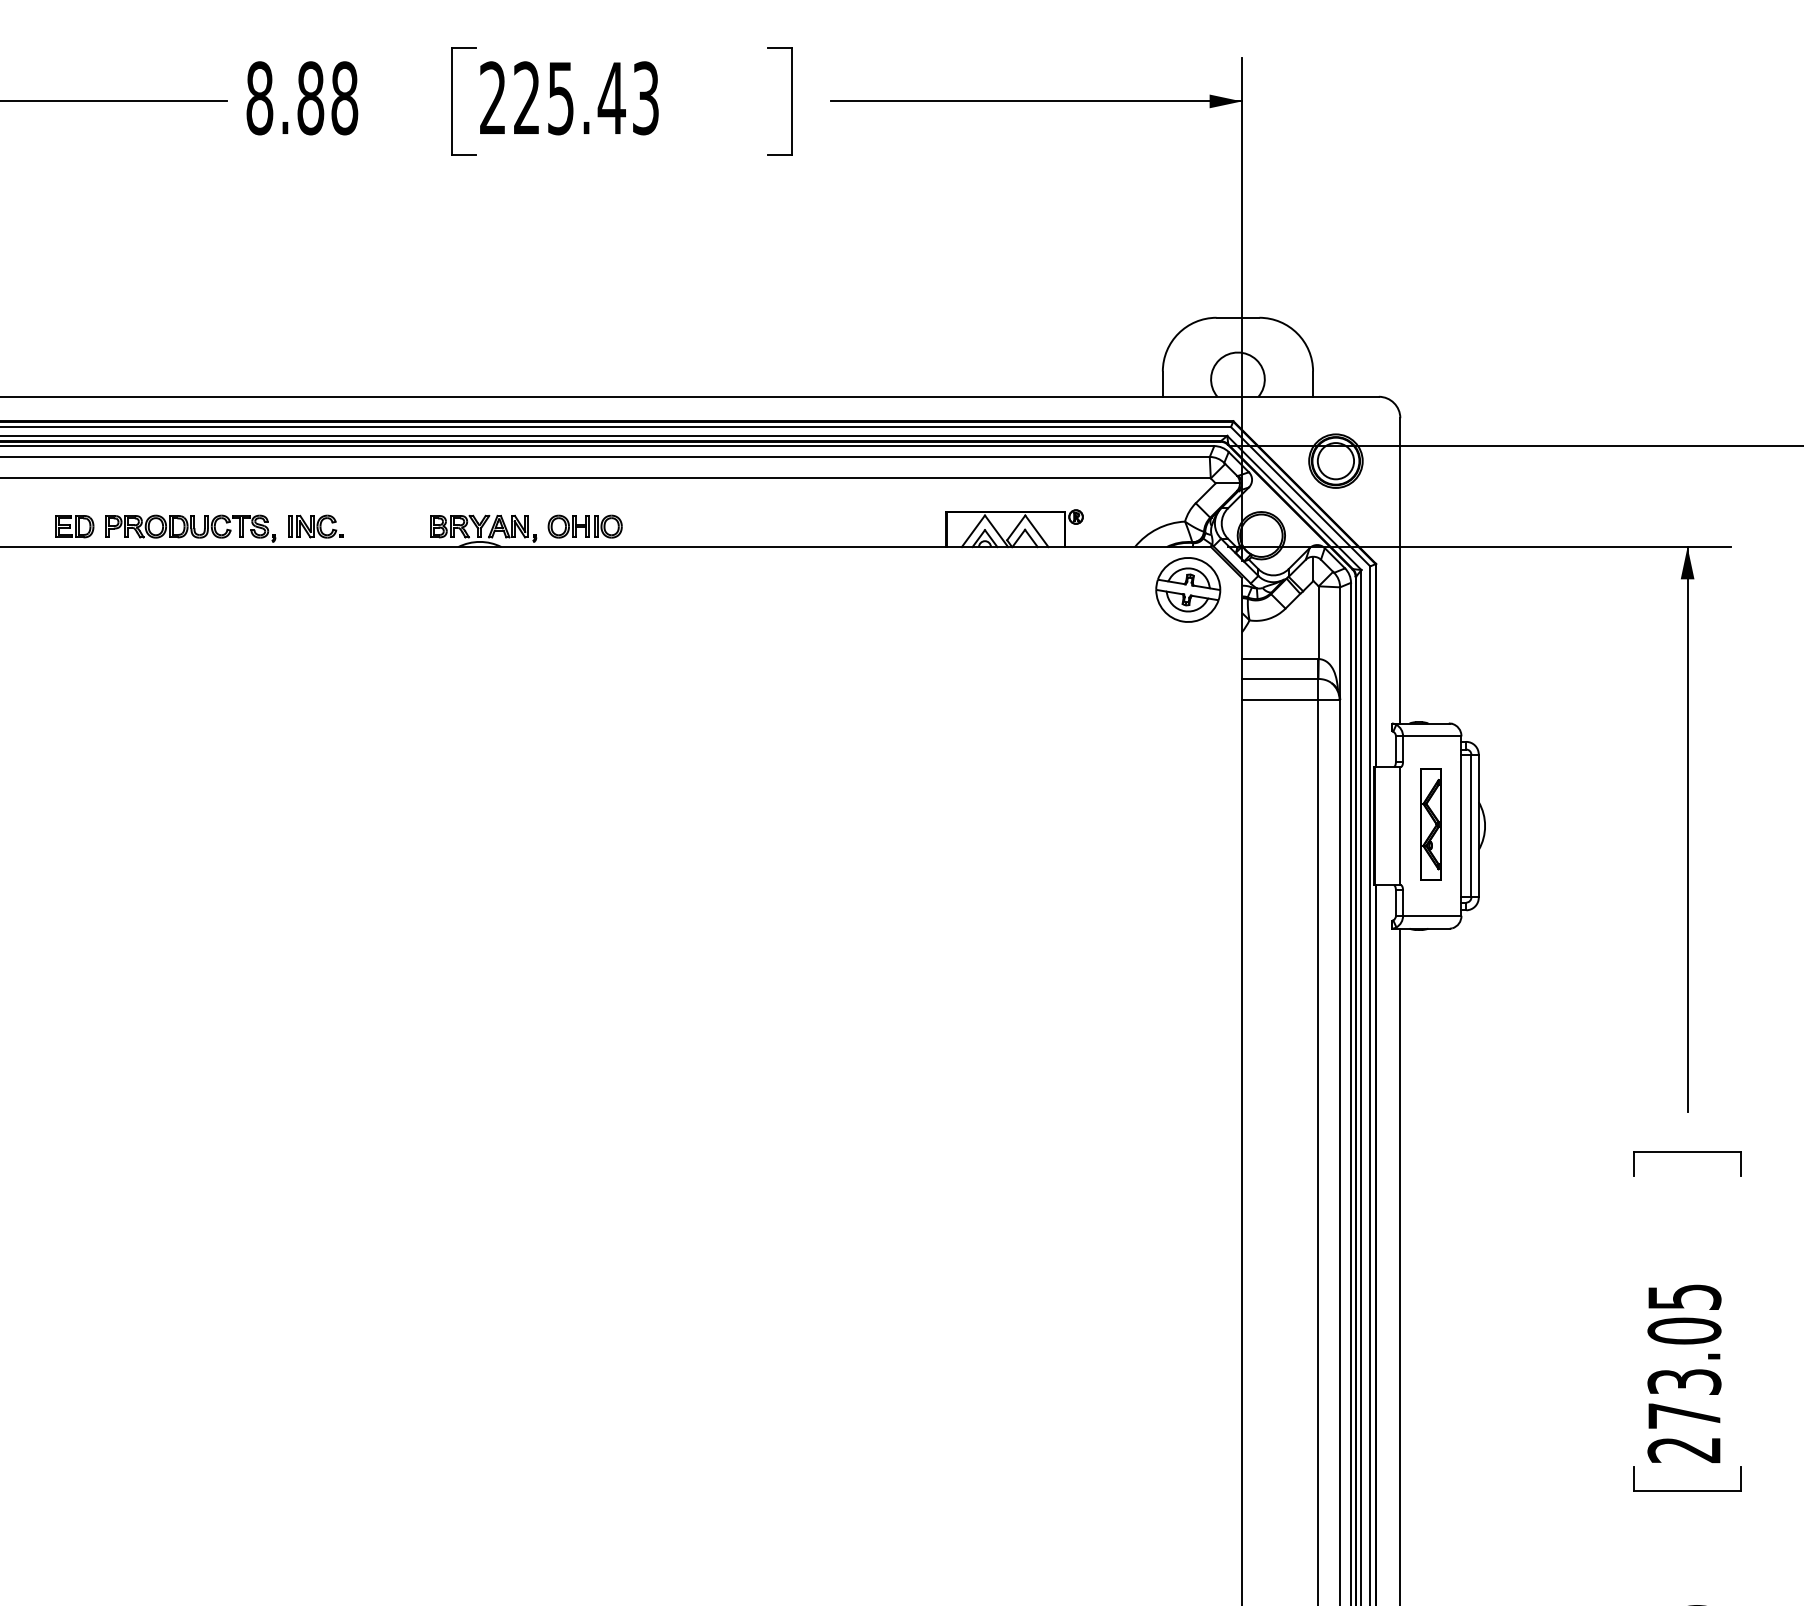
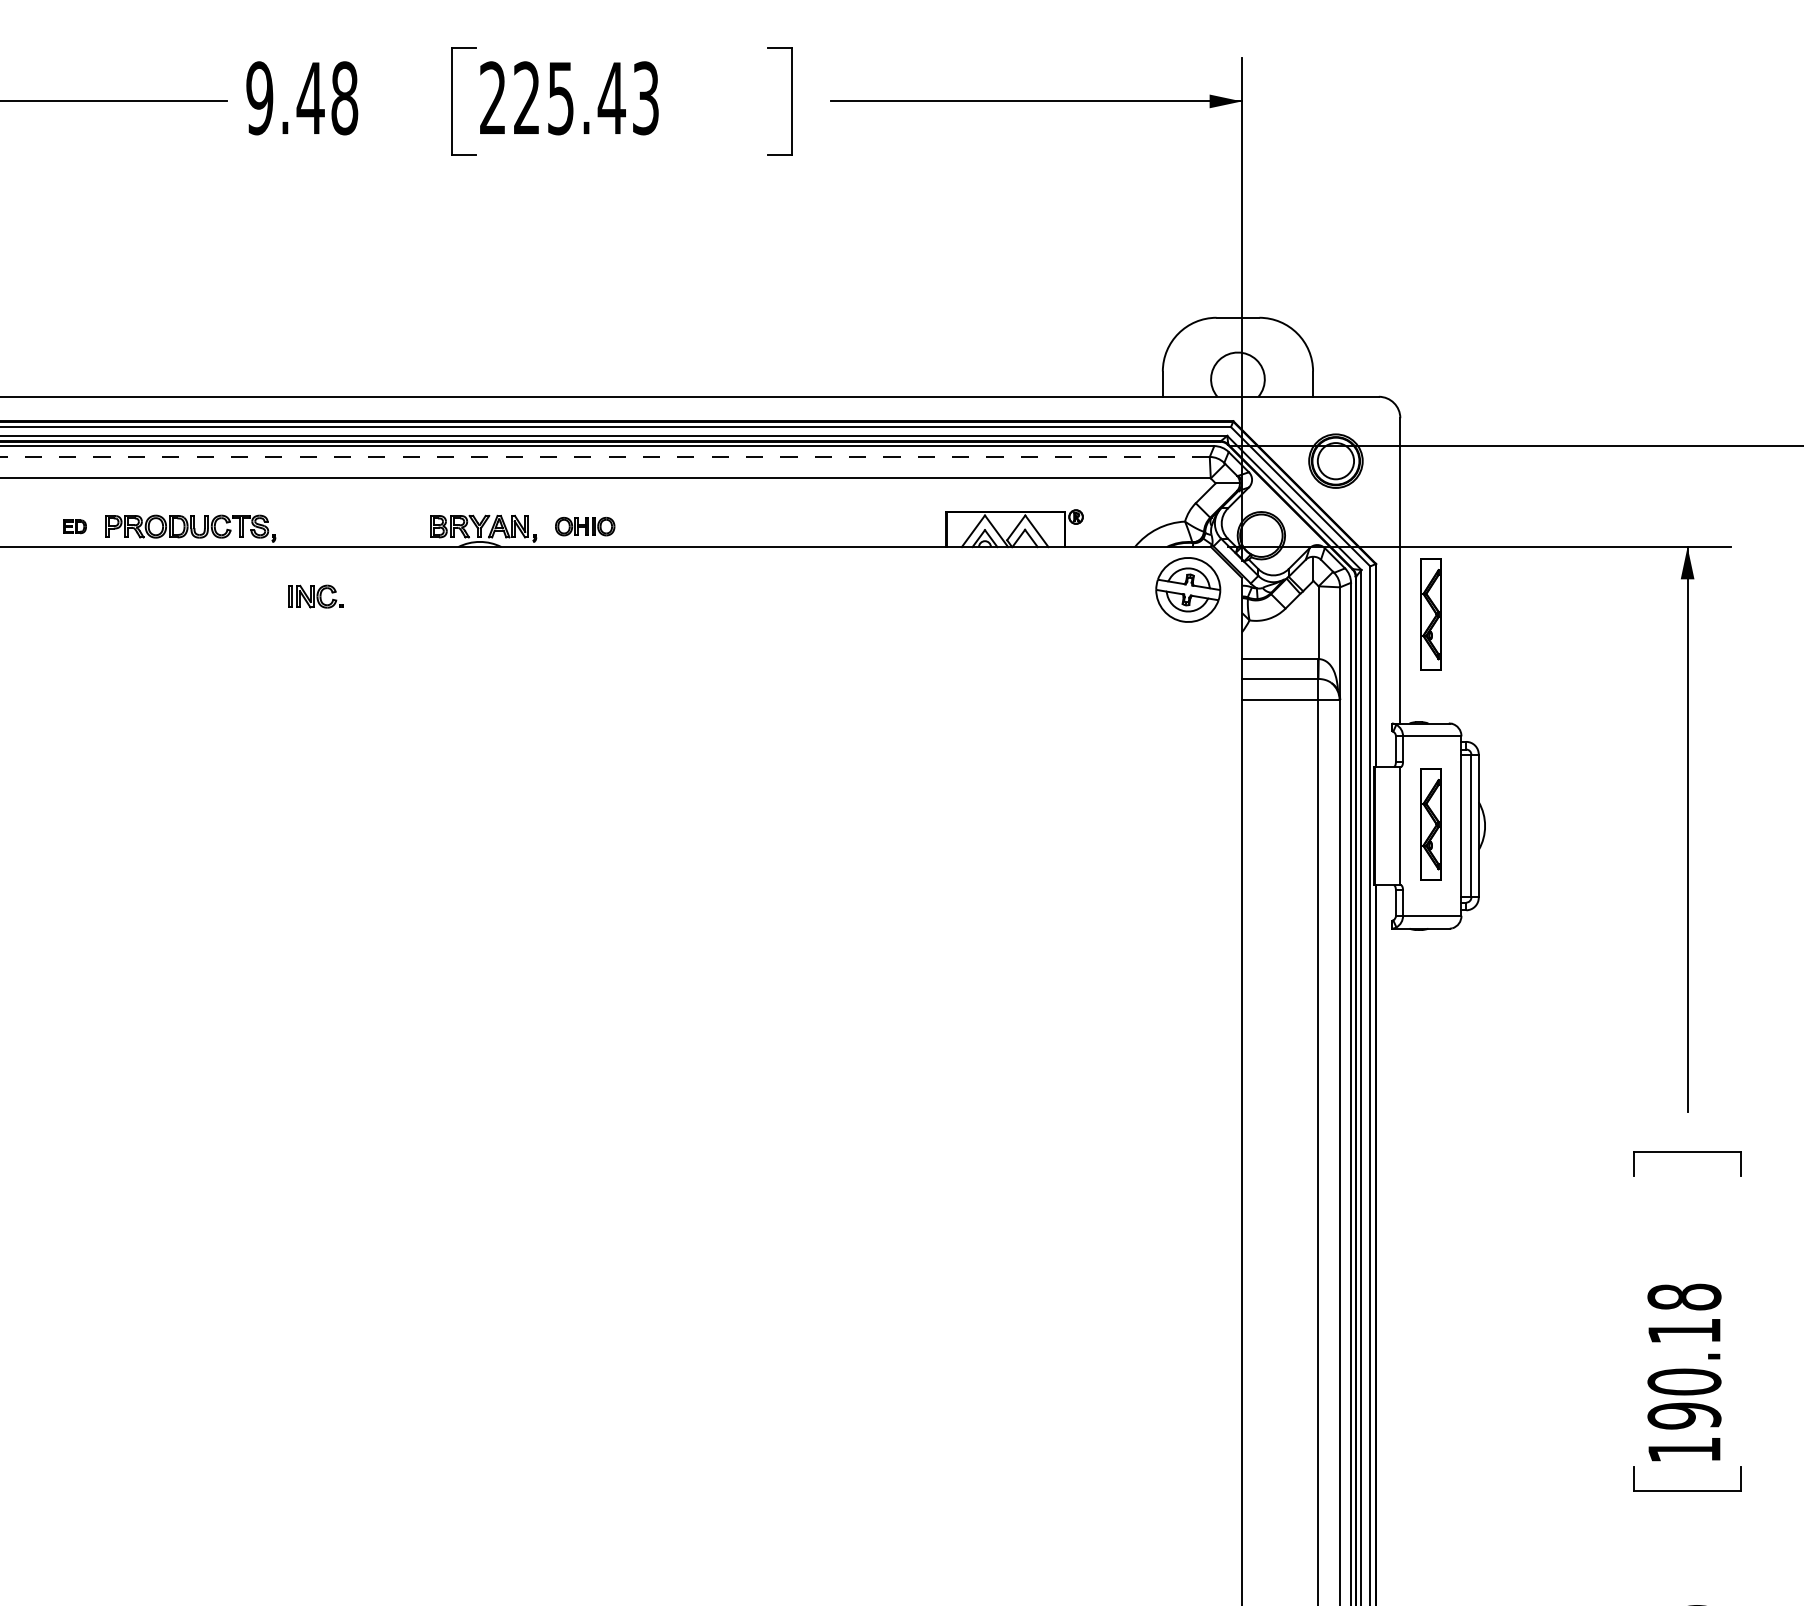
text at (285, 98): 8.88 -> 9.48
line at (605, 456): solid -> dashed
part at (74, 526) size: 40x24 px -> 24x16 px
part at (315, 526) position: (315, 526) -> (315, 596)
part at (584, 526) size: 76x25 px -> 61x20 px
part at (1430, 614): none -> present
line at (1400, 1265): present -> none
text at (1684, 1373): 273.05 -> 190.18
